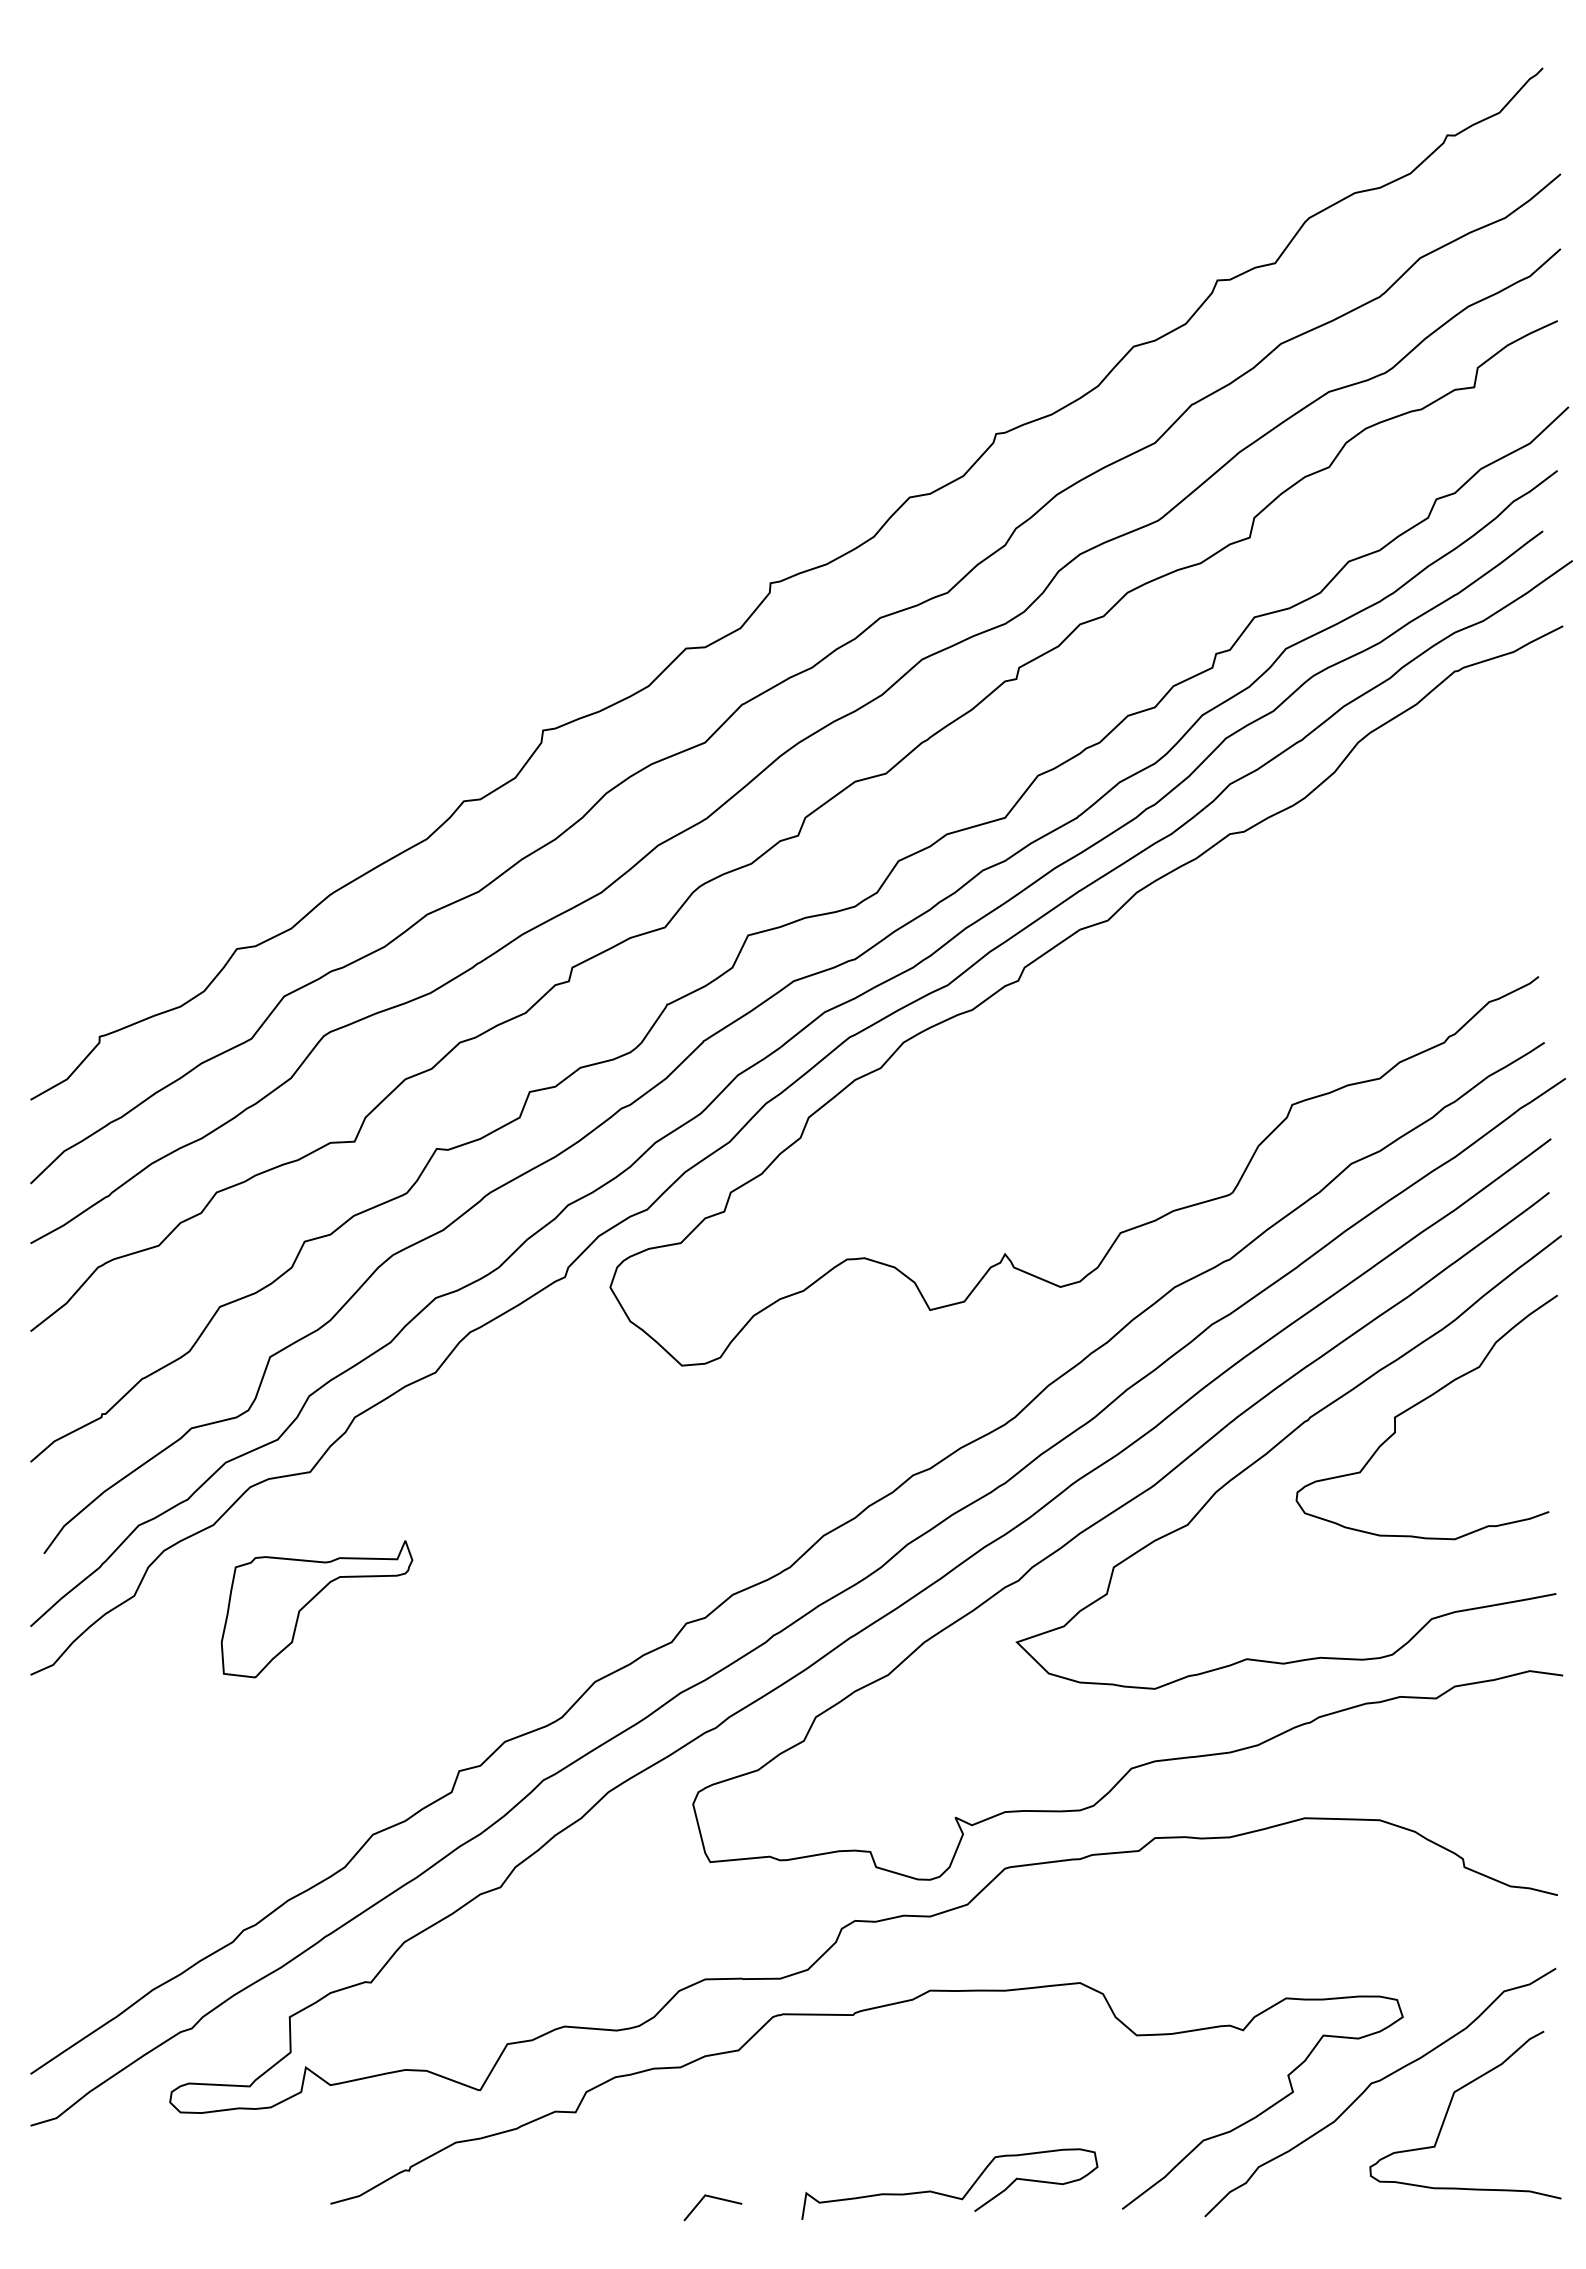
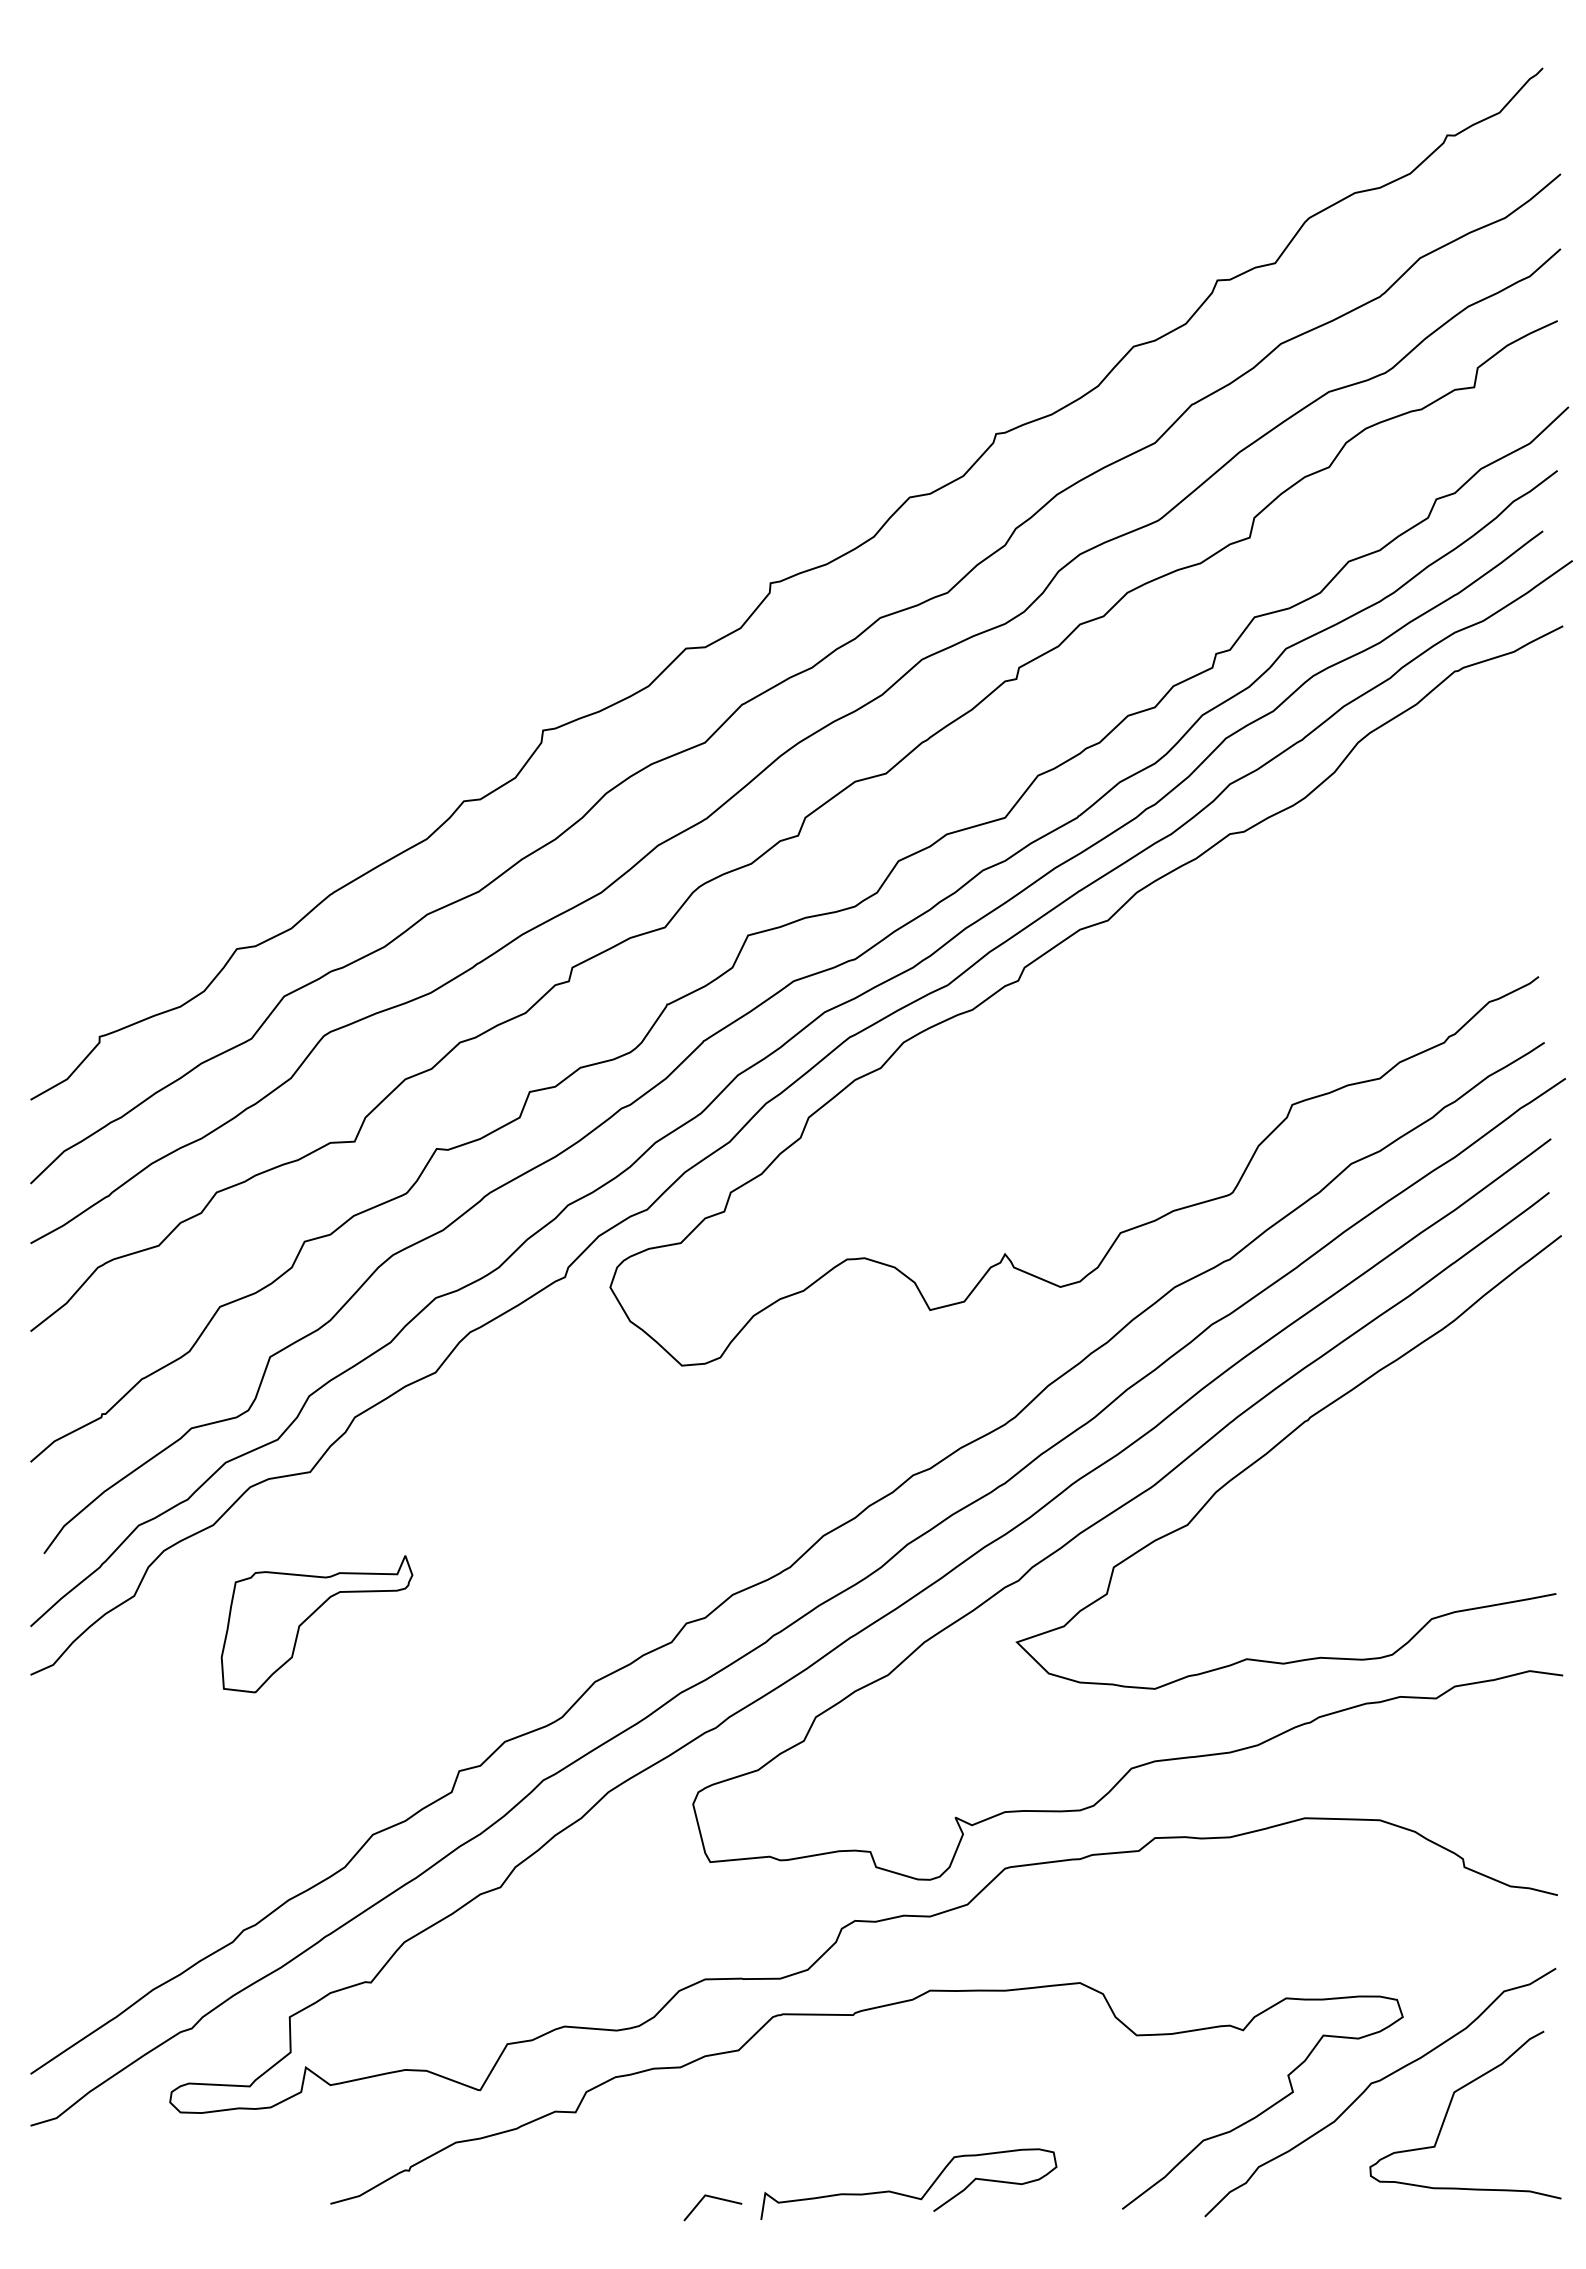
curve at (1420, 1403): present -> none
part at (311, 1601) position: (311, 1601) -> (311, 1616)
curve at (947, 2194) position: (947, 2194) -> (906, 2194)
